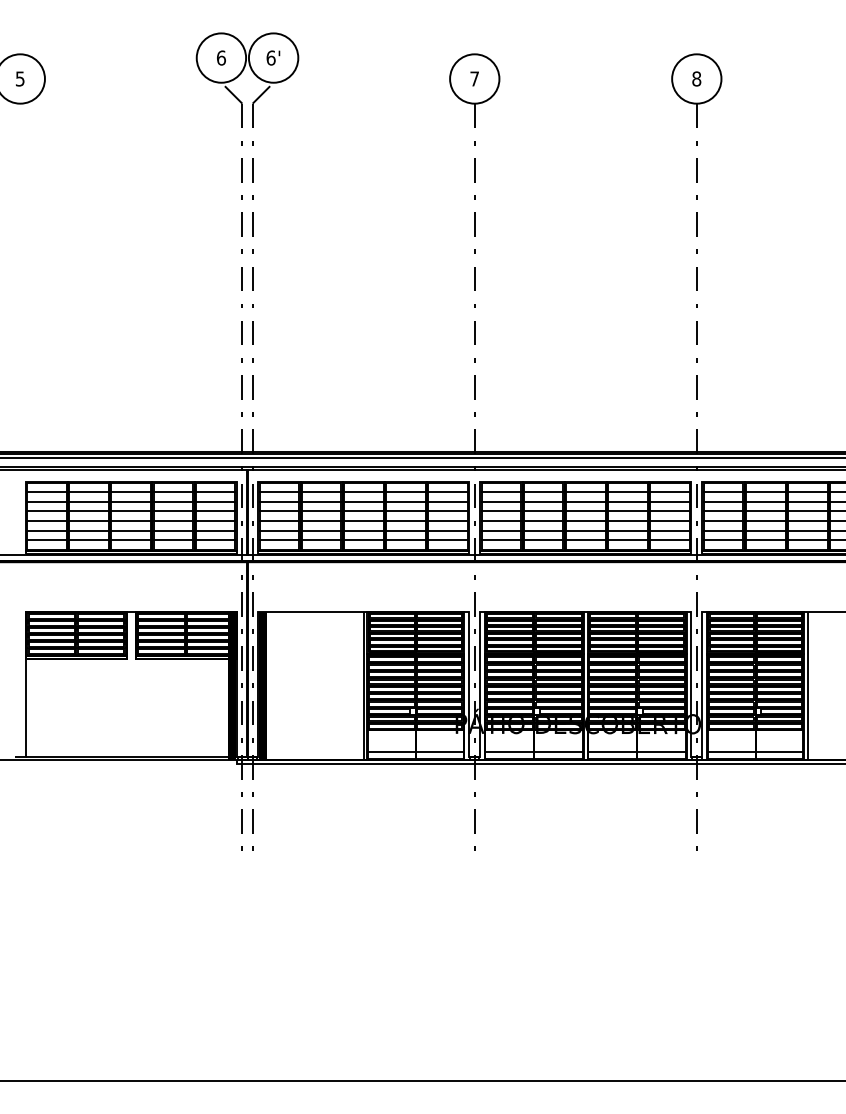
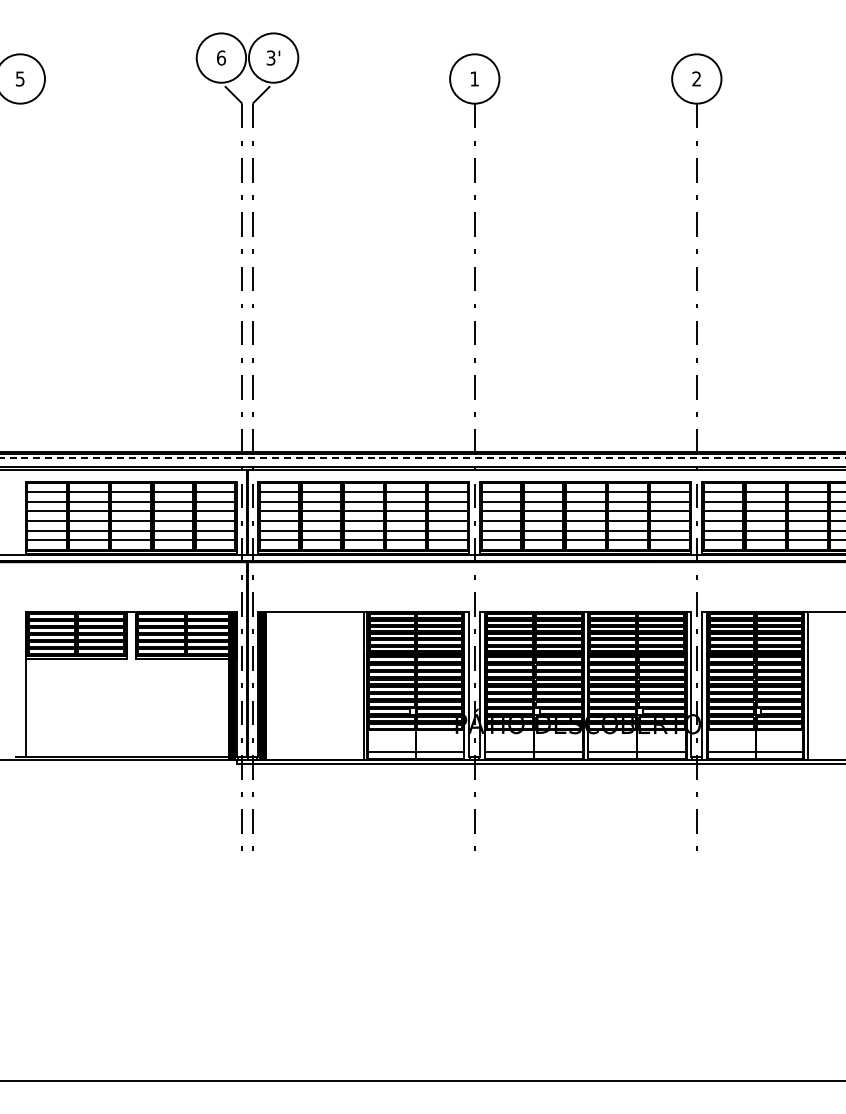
text at (270, 57): 6' -> 3'
text at (474, 78): 7 -> 1
text at (696, 78): 8 -> 2
line at (422, 458): solid -> dashed
